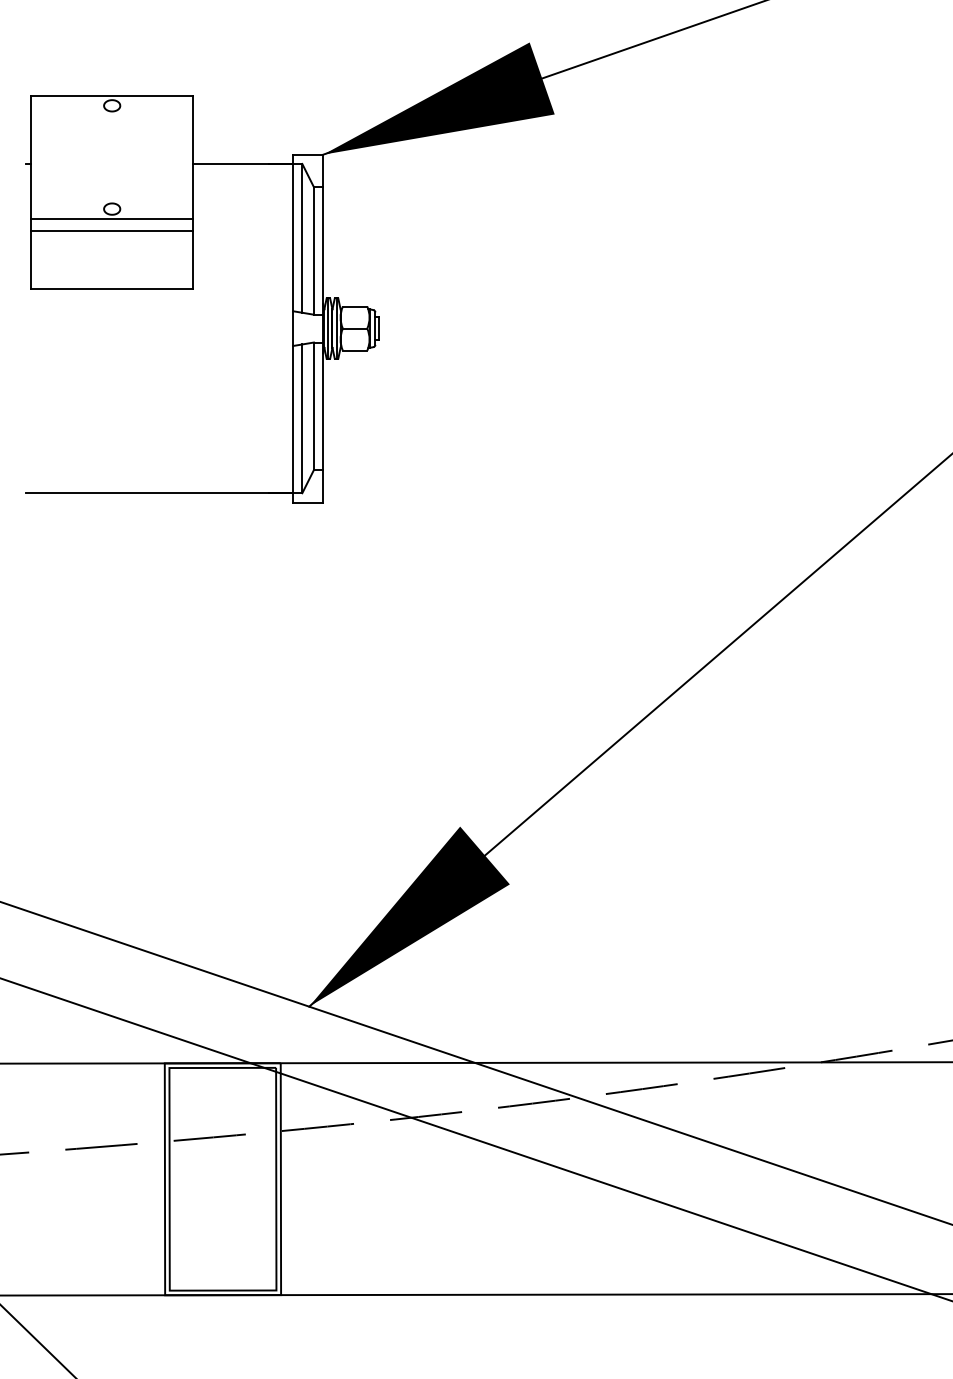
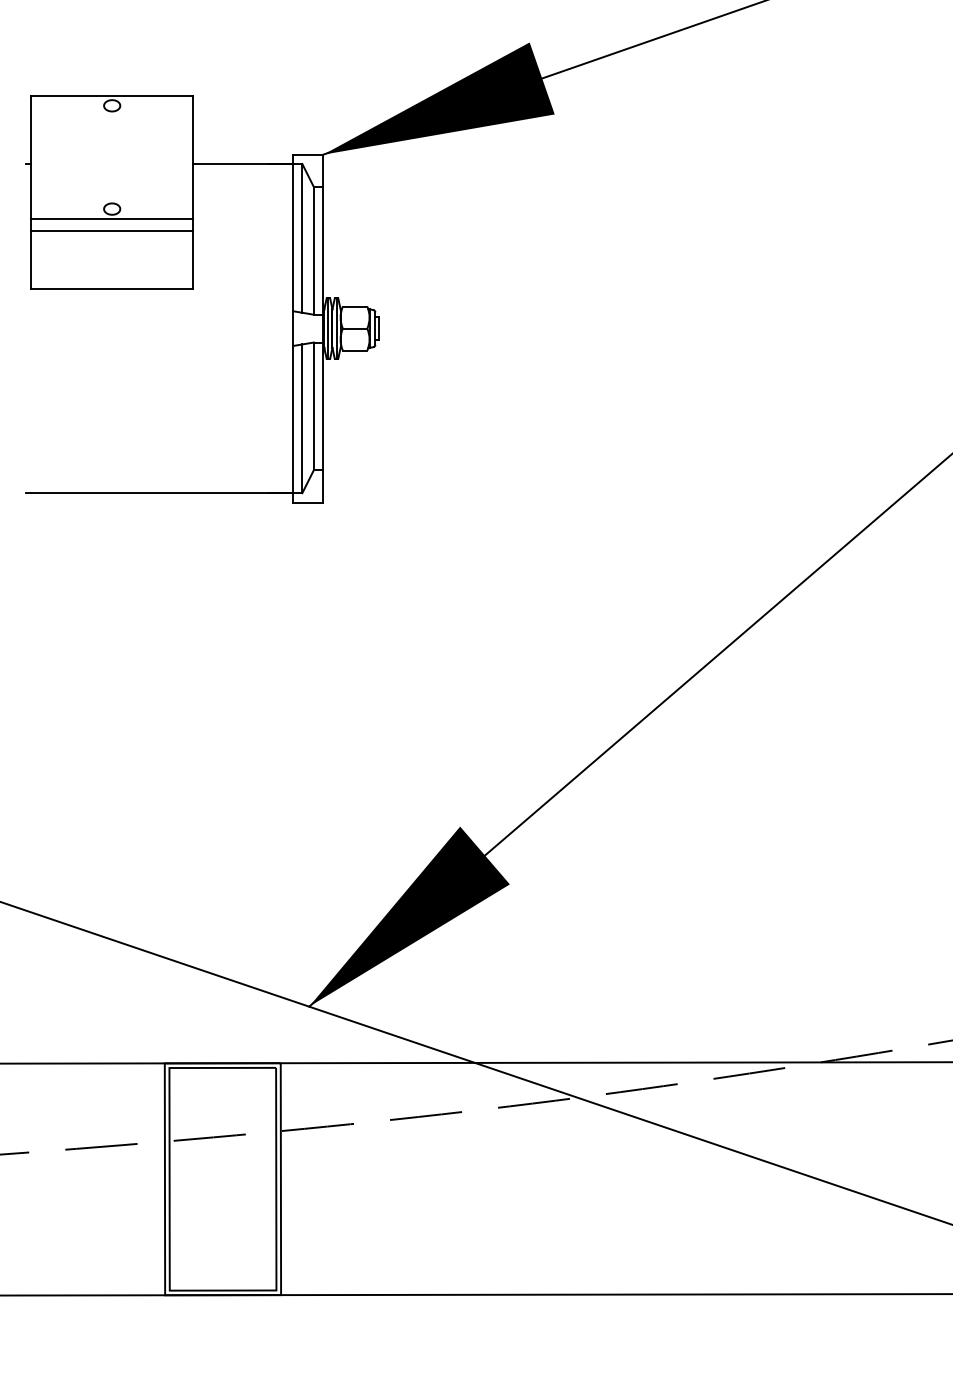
line at (475, 1139): present -> none
line at (37, 1340): present -> none
